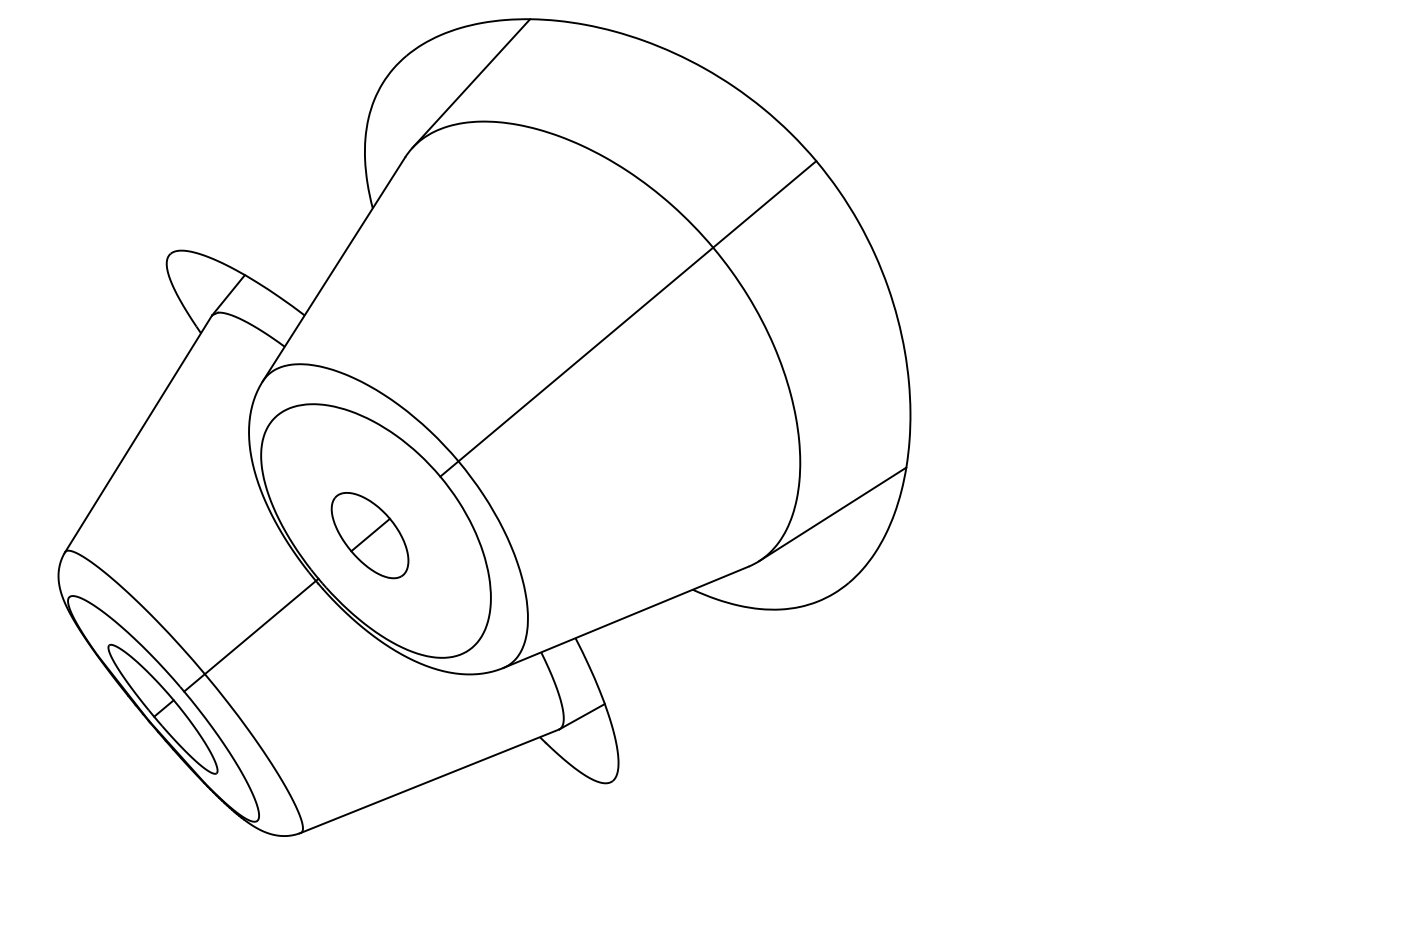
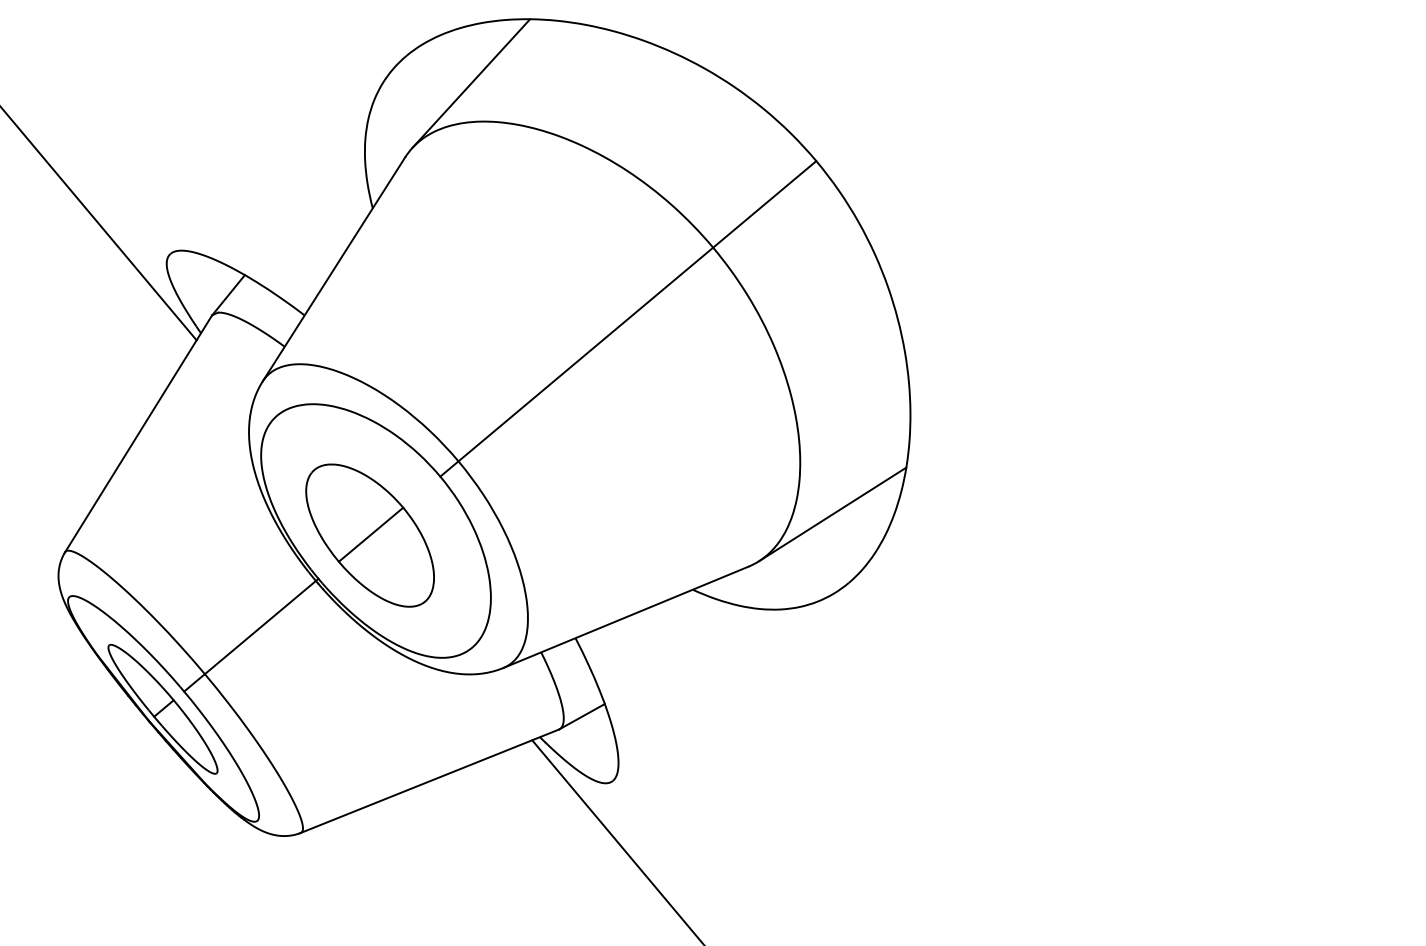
line at (99, 224): none -> present
part at (369, 535) size: 80x88 px -> 130x145 px
line at (616, 841): none -> present
